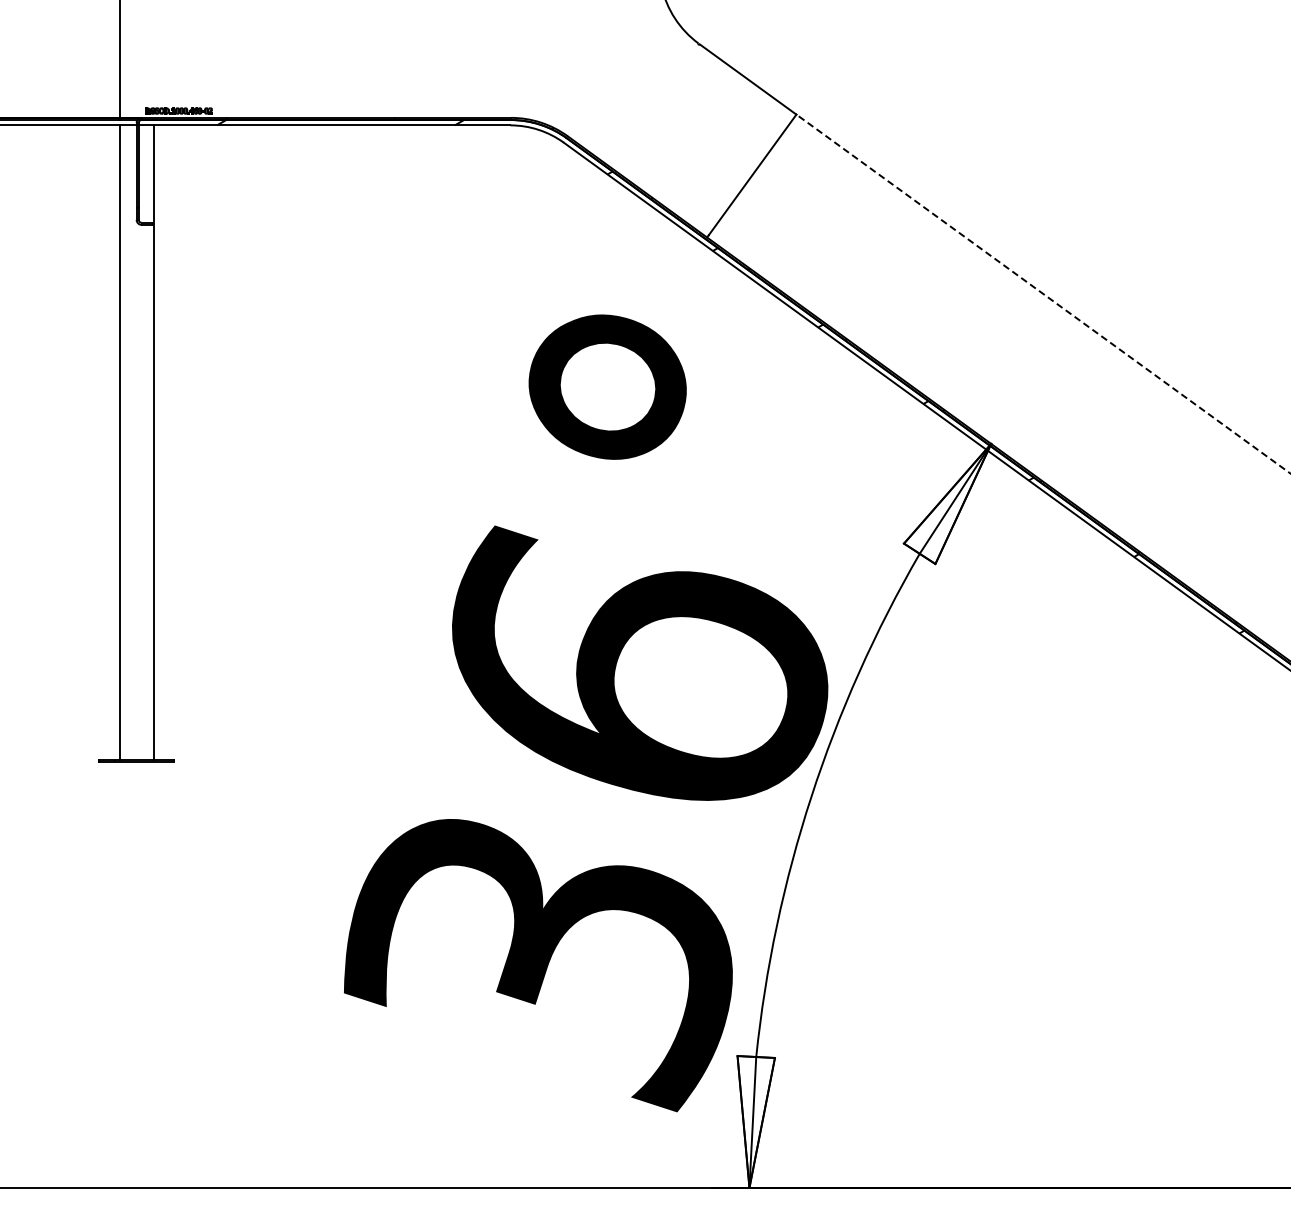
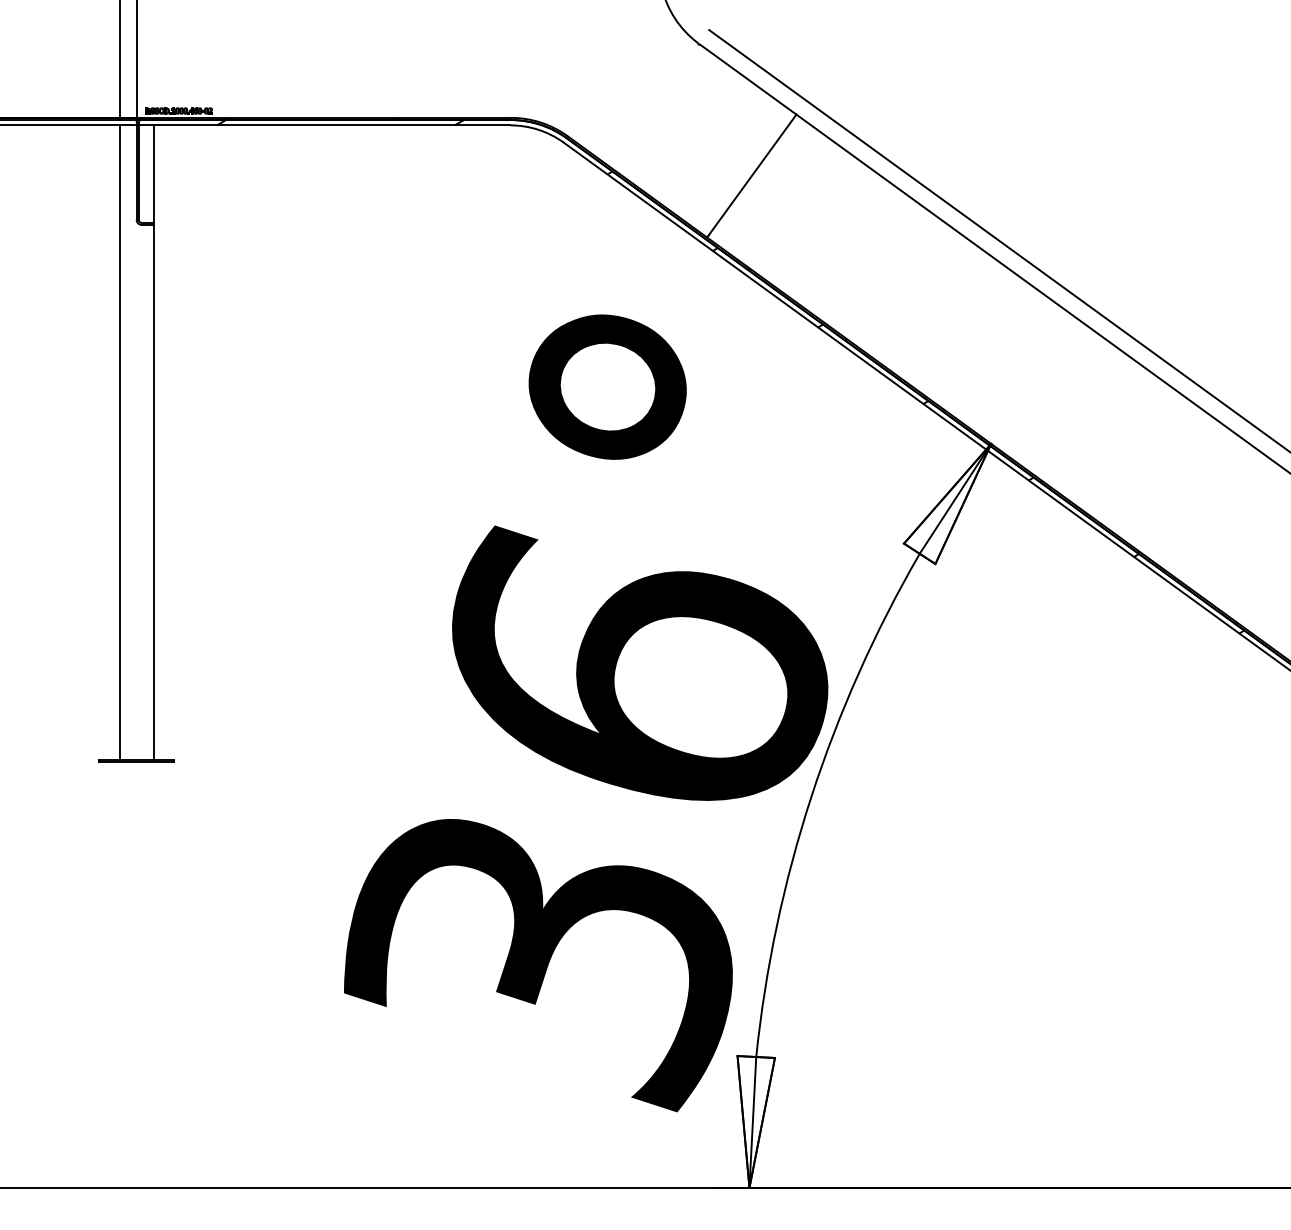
line at (136, 61): none -> present
line at (998, 240): none -> present
line at (1043, 293): dashed -> solid
